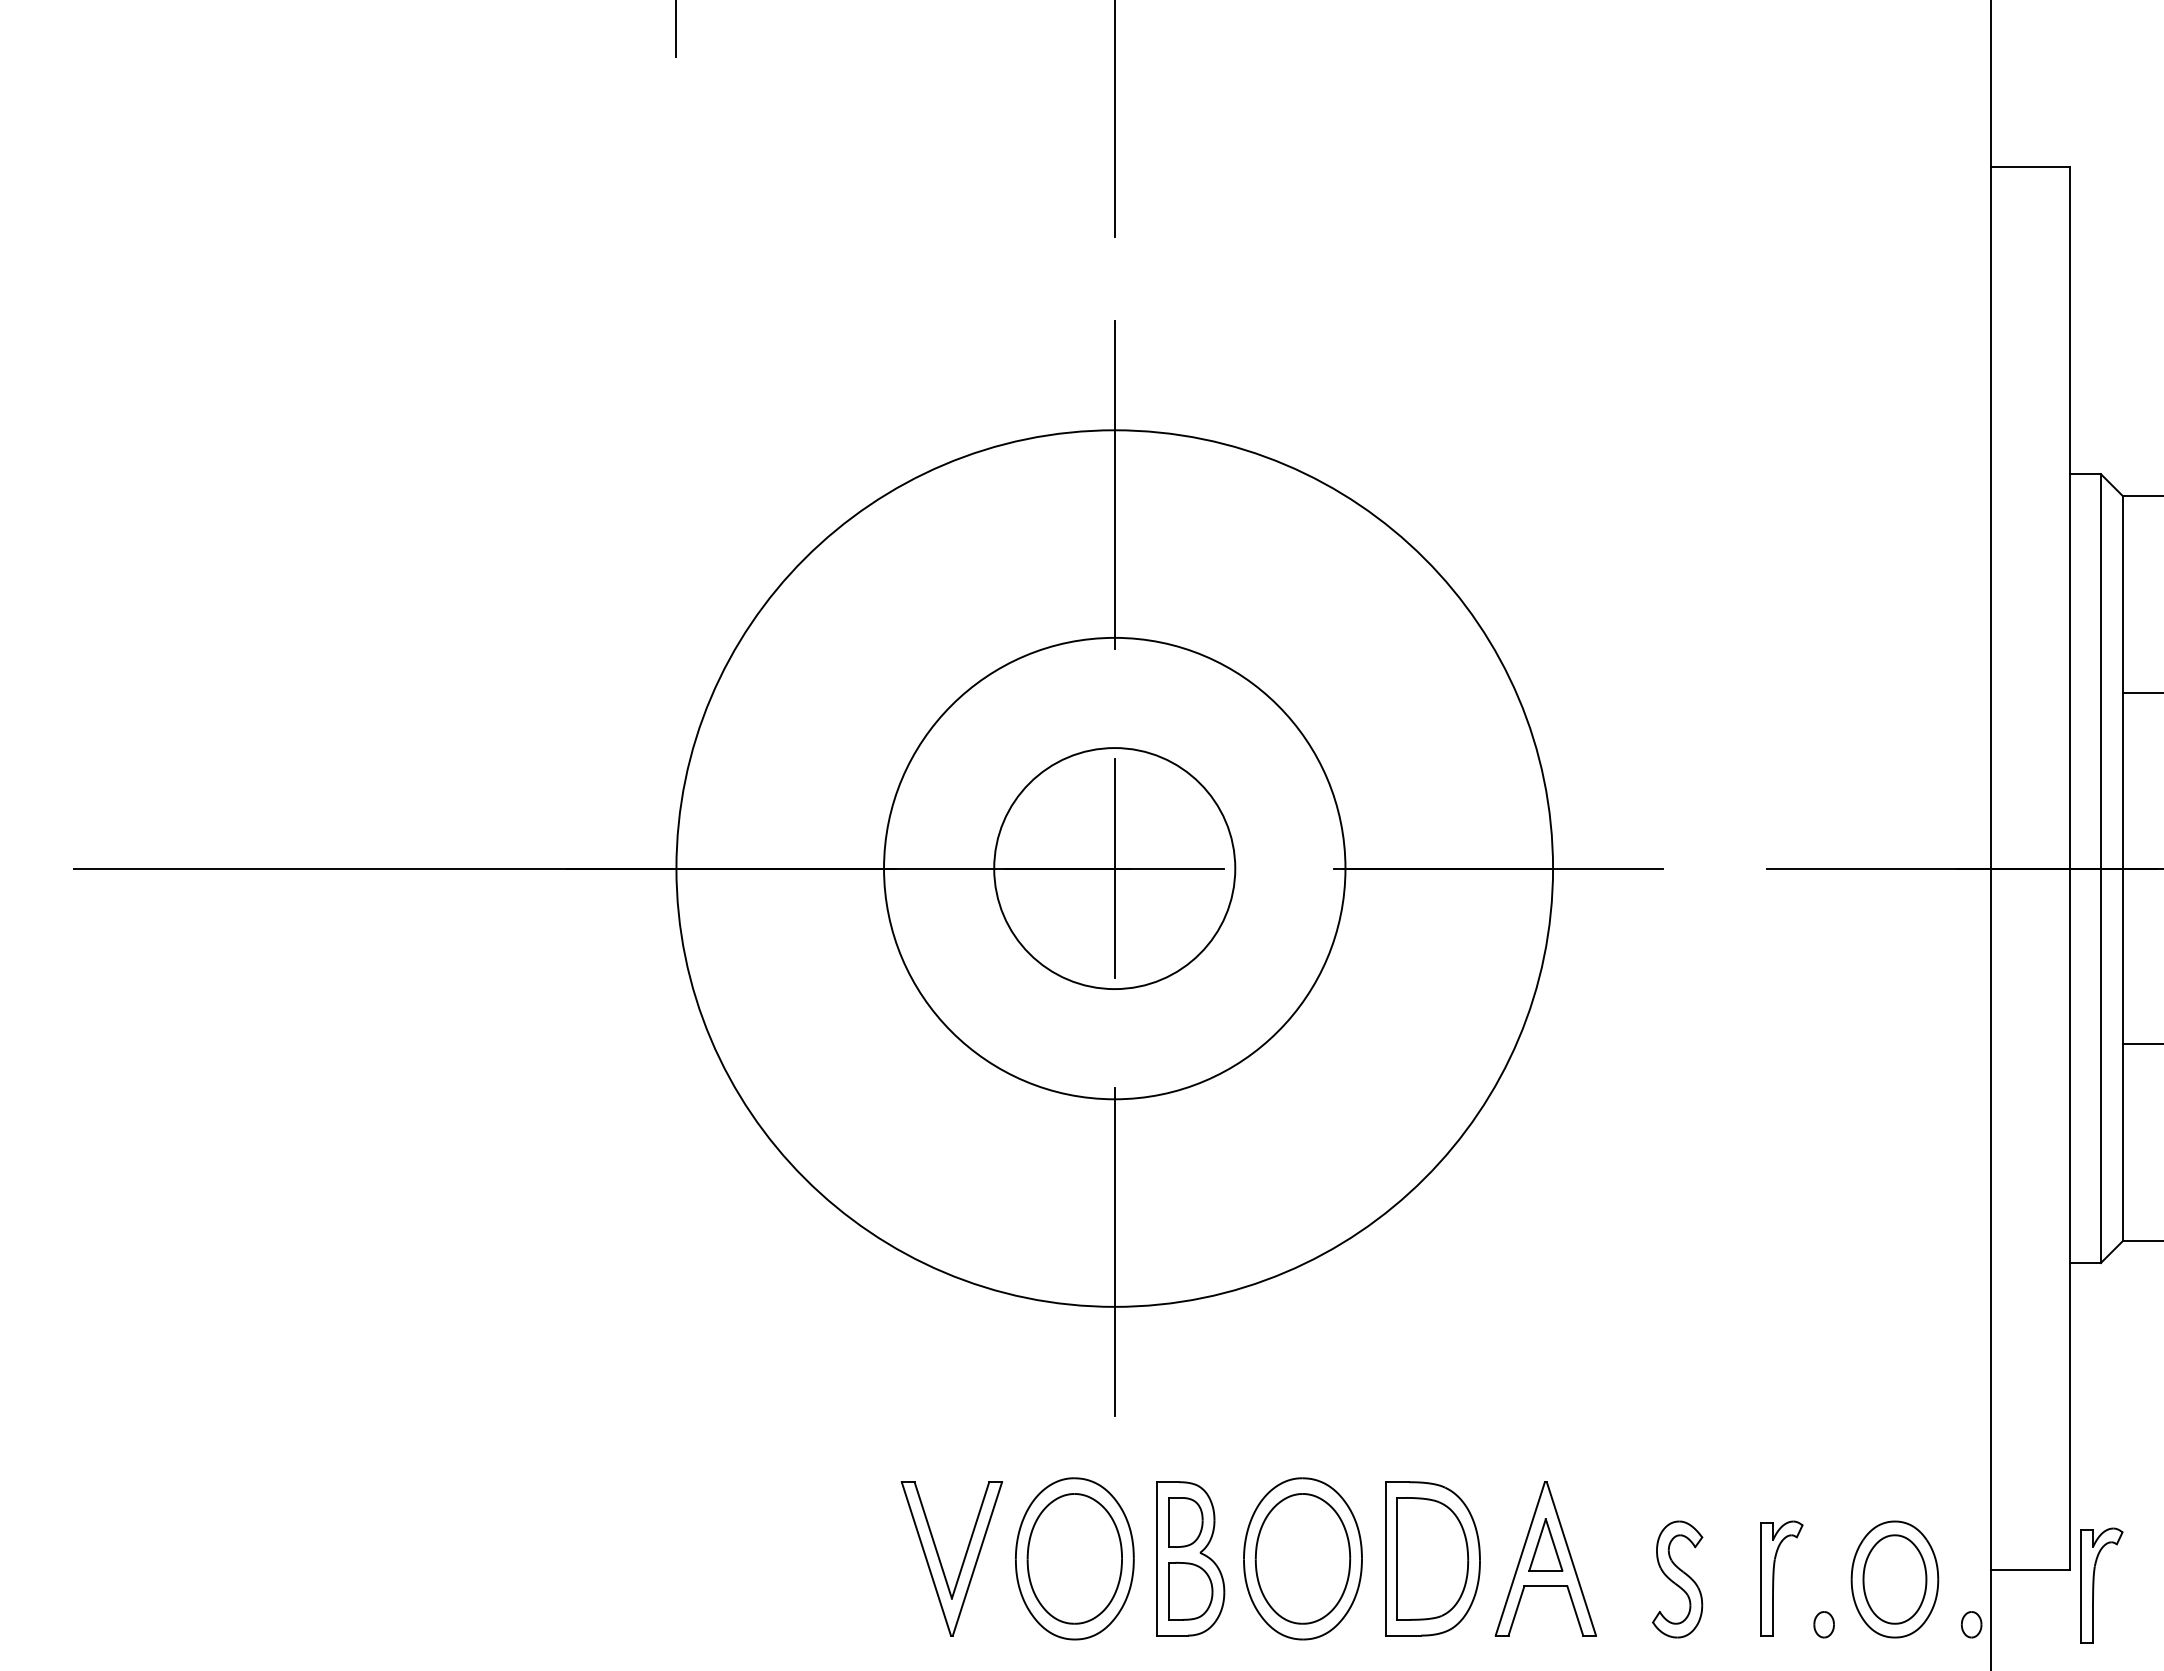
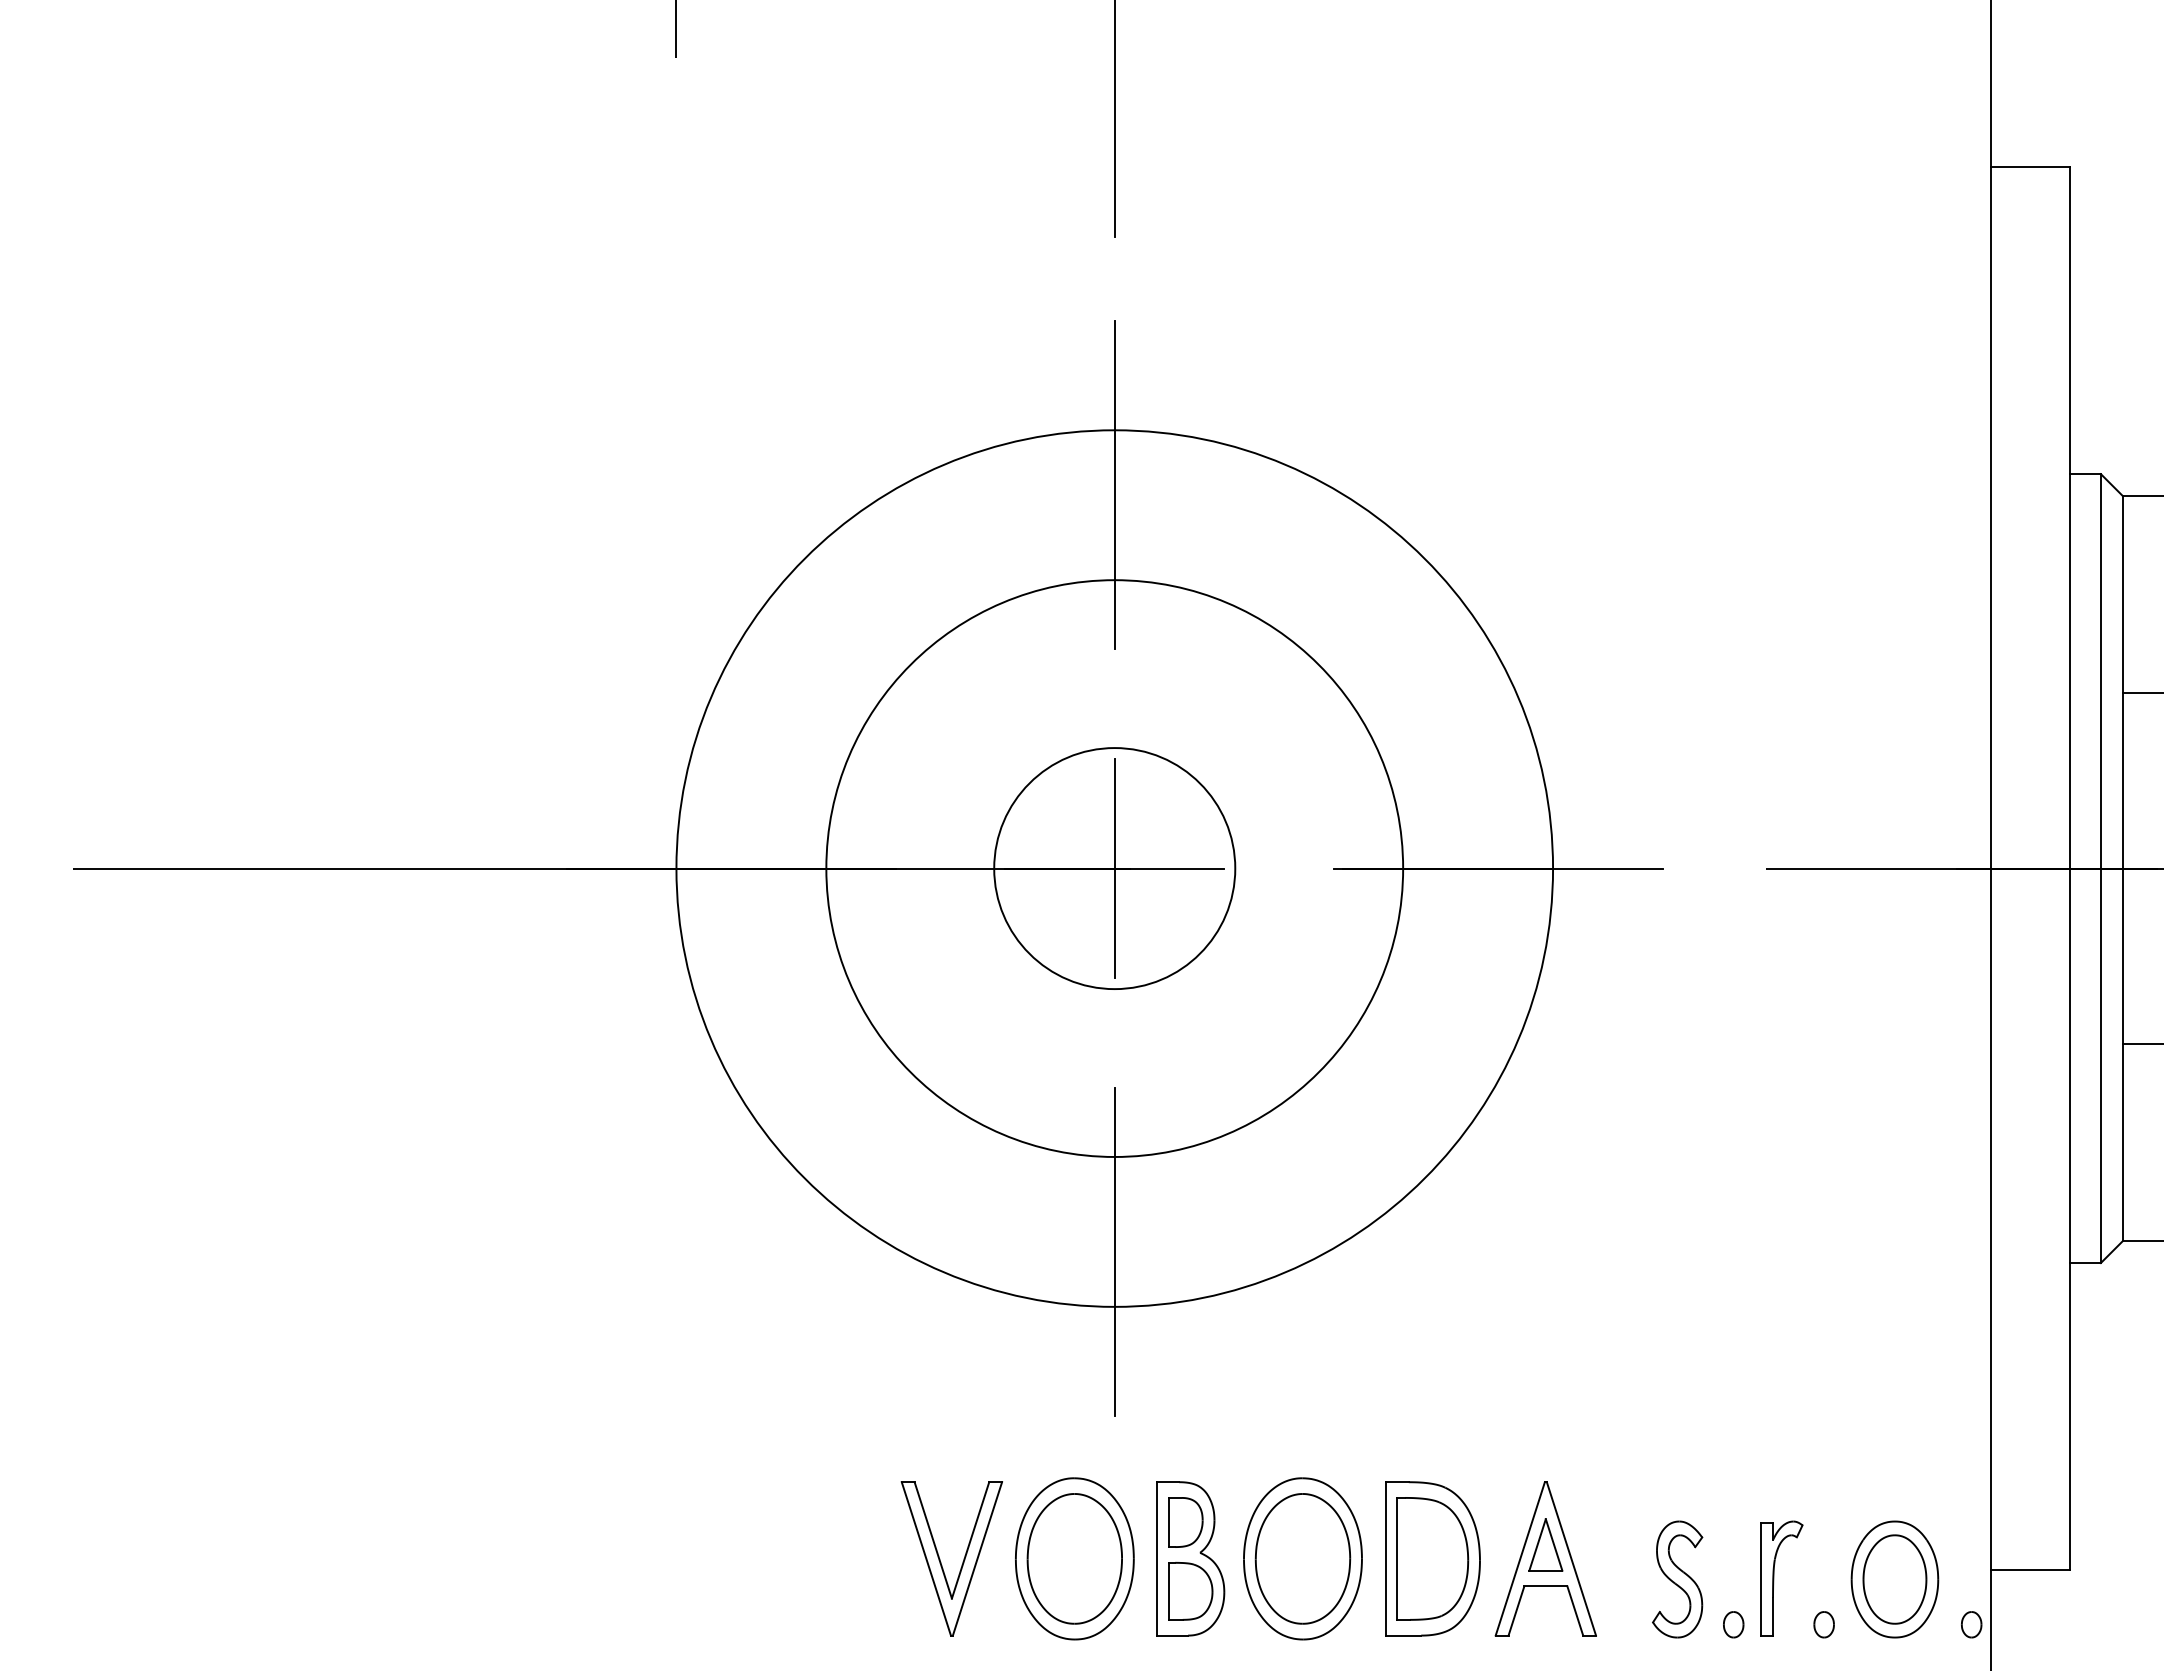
circle at (1114, 868) diameter: 461 px -> 577 px
part at (2094, 1585): present -> none
part at (1733, 1624): none -> present
